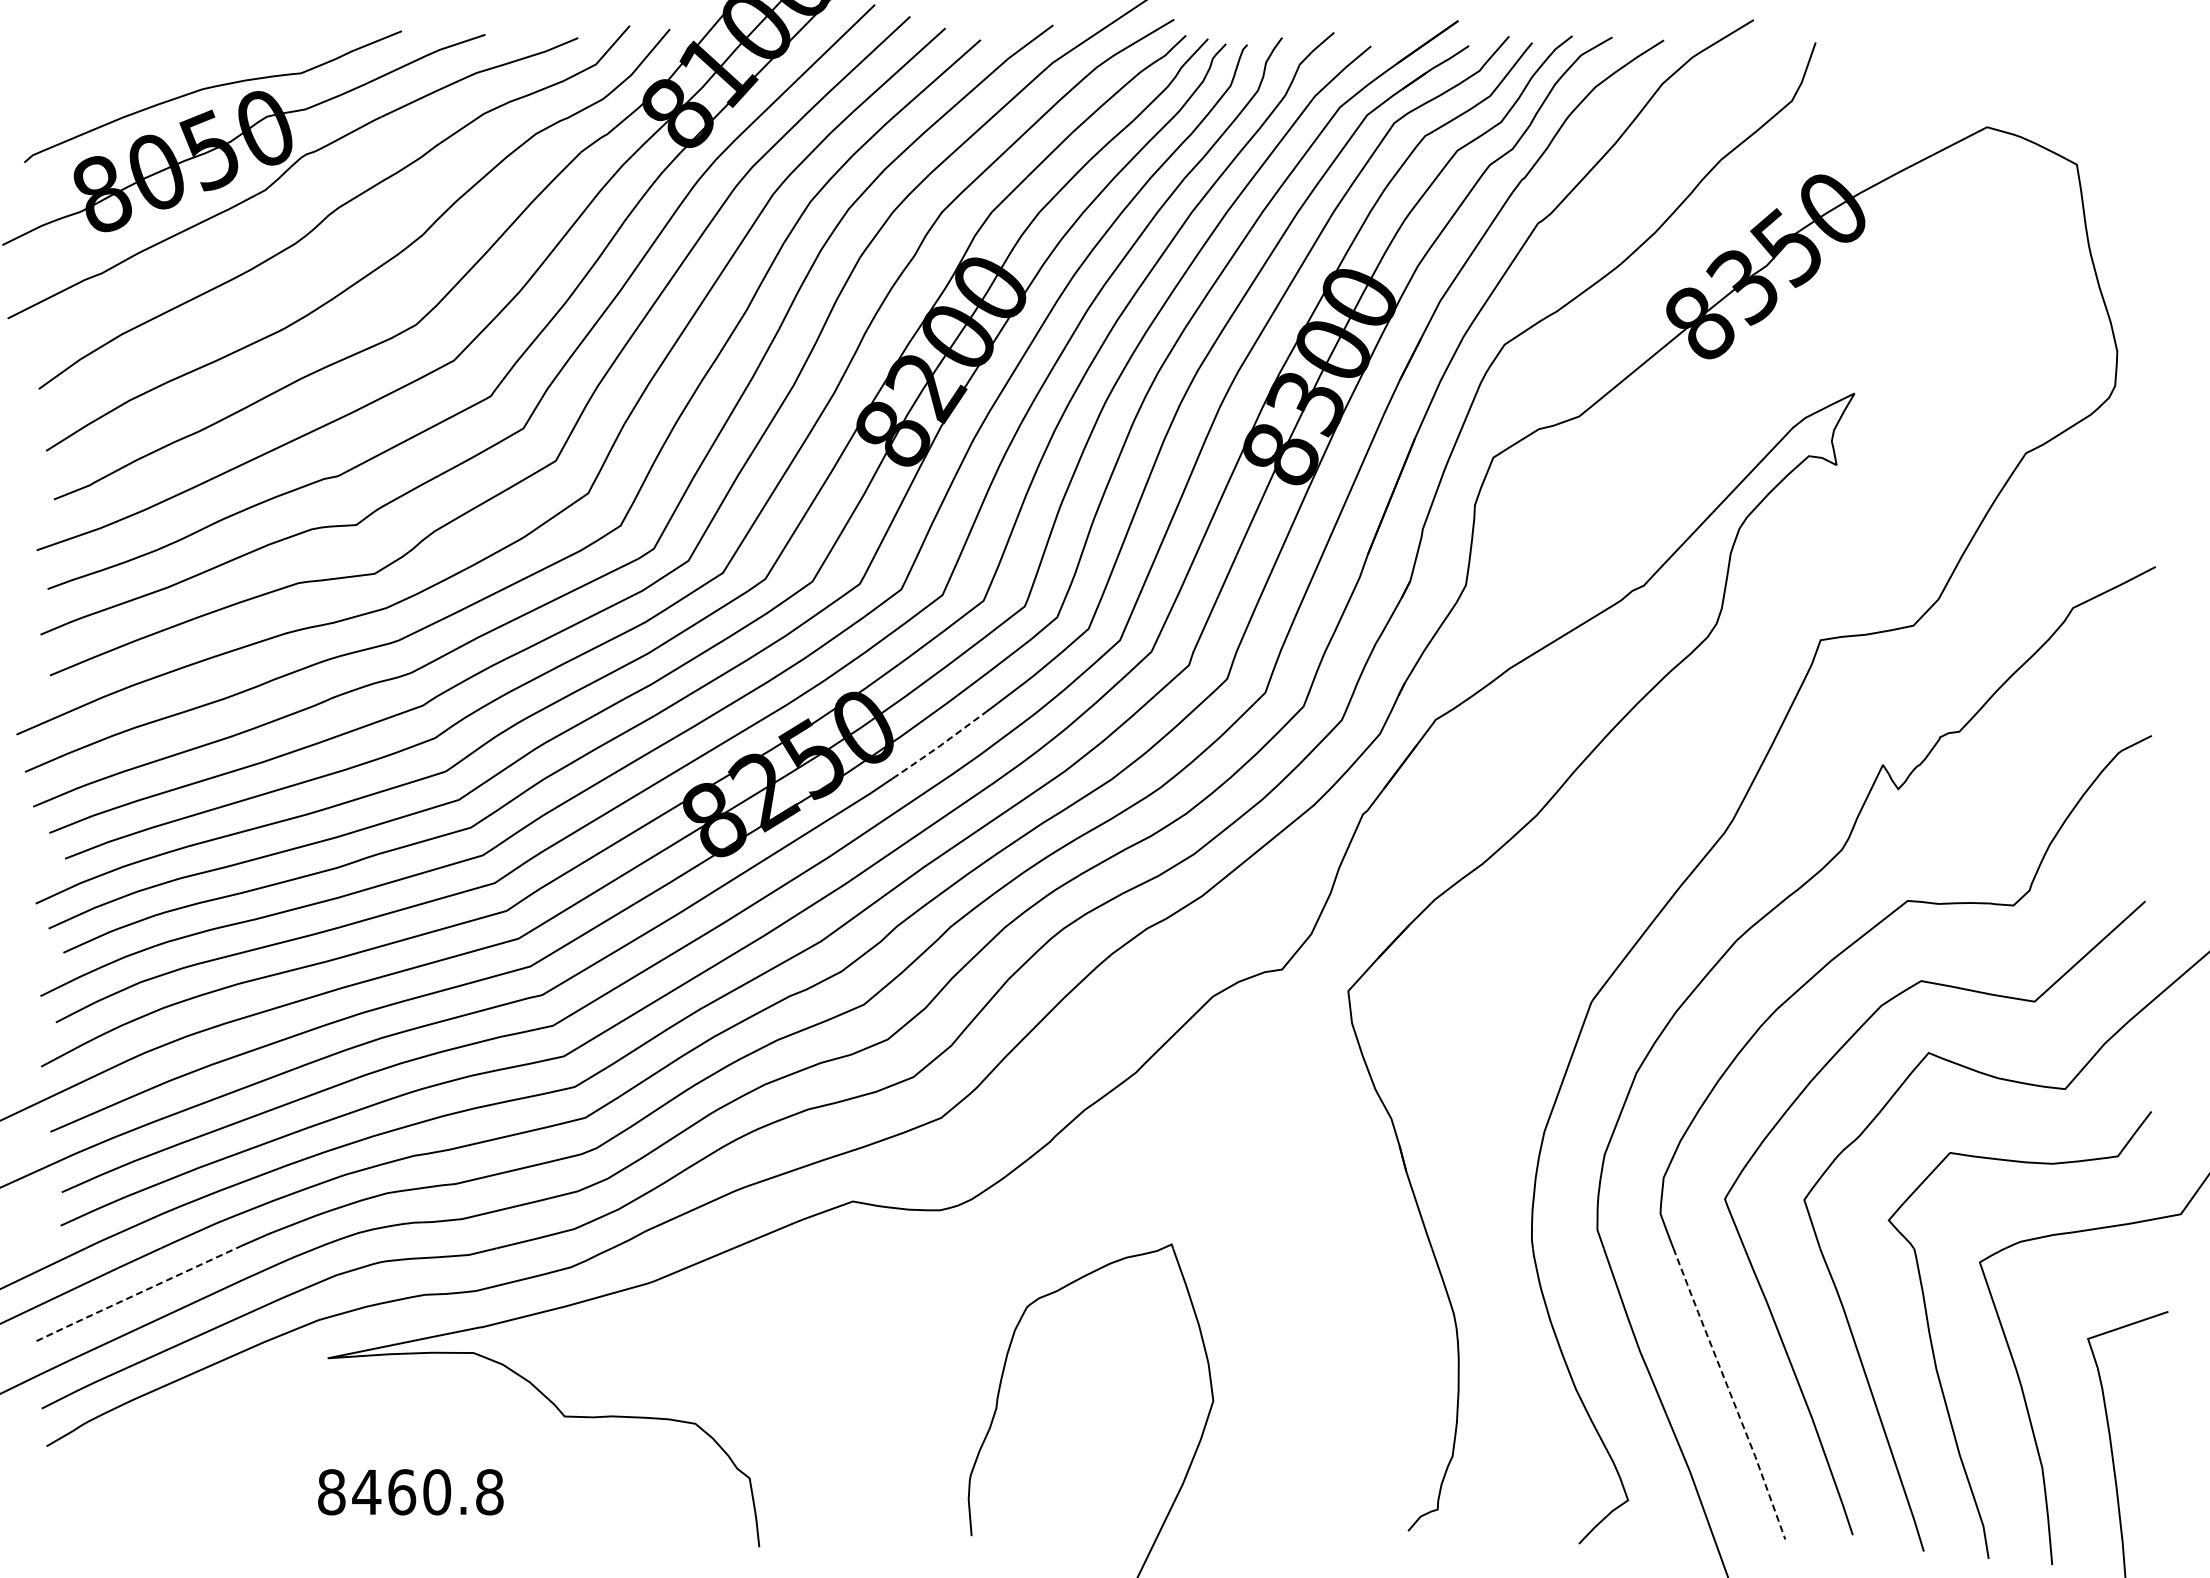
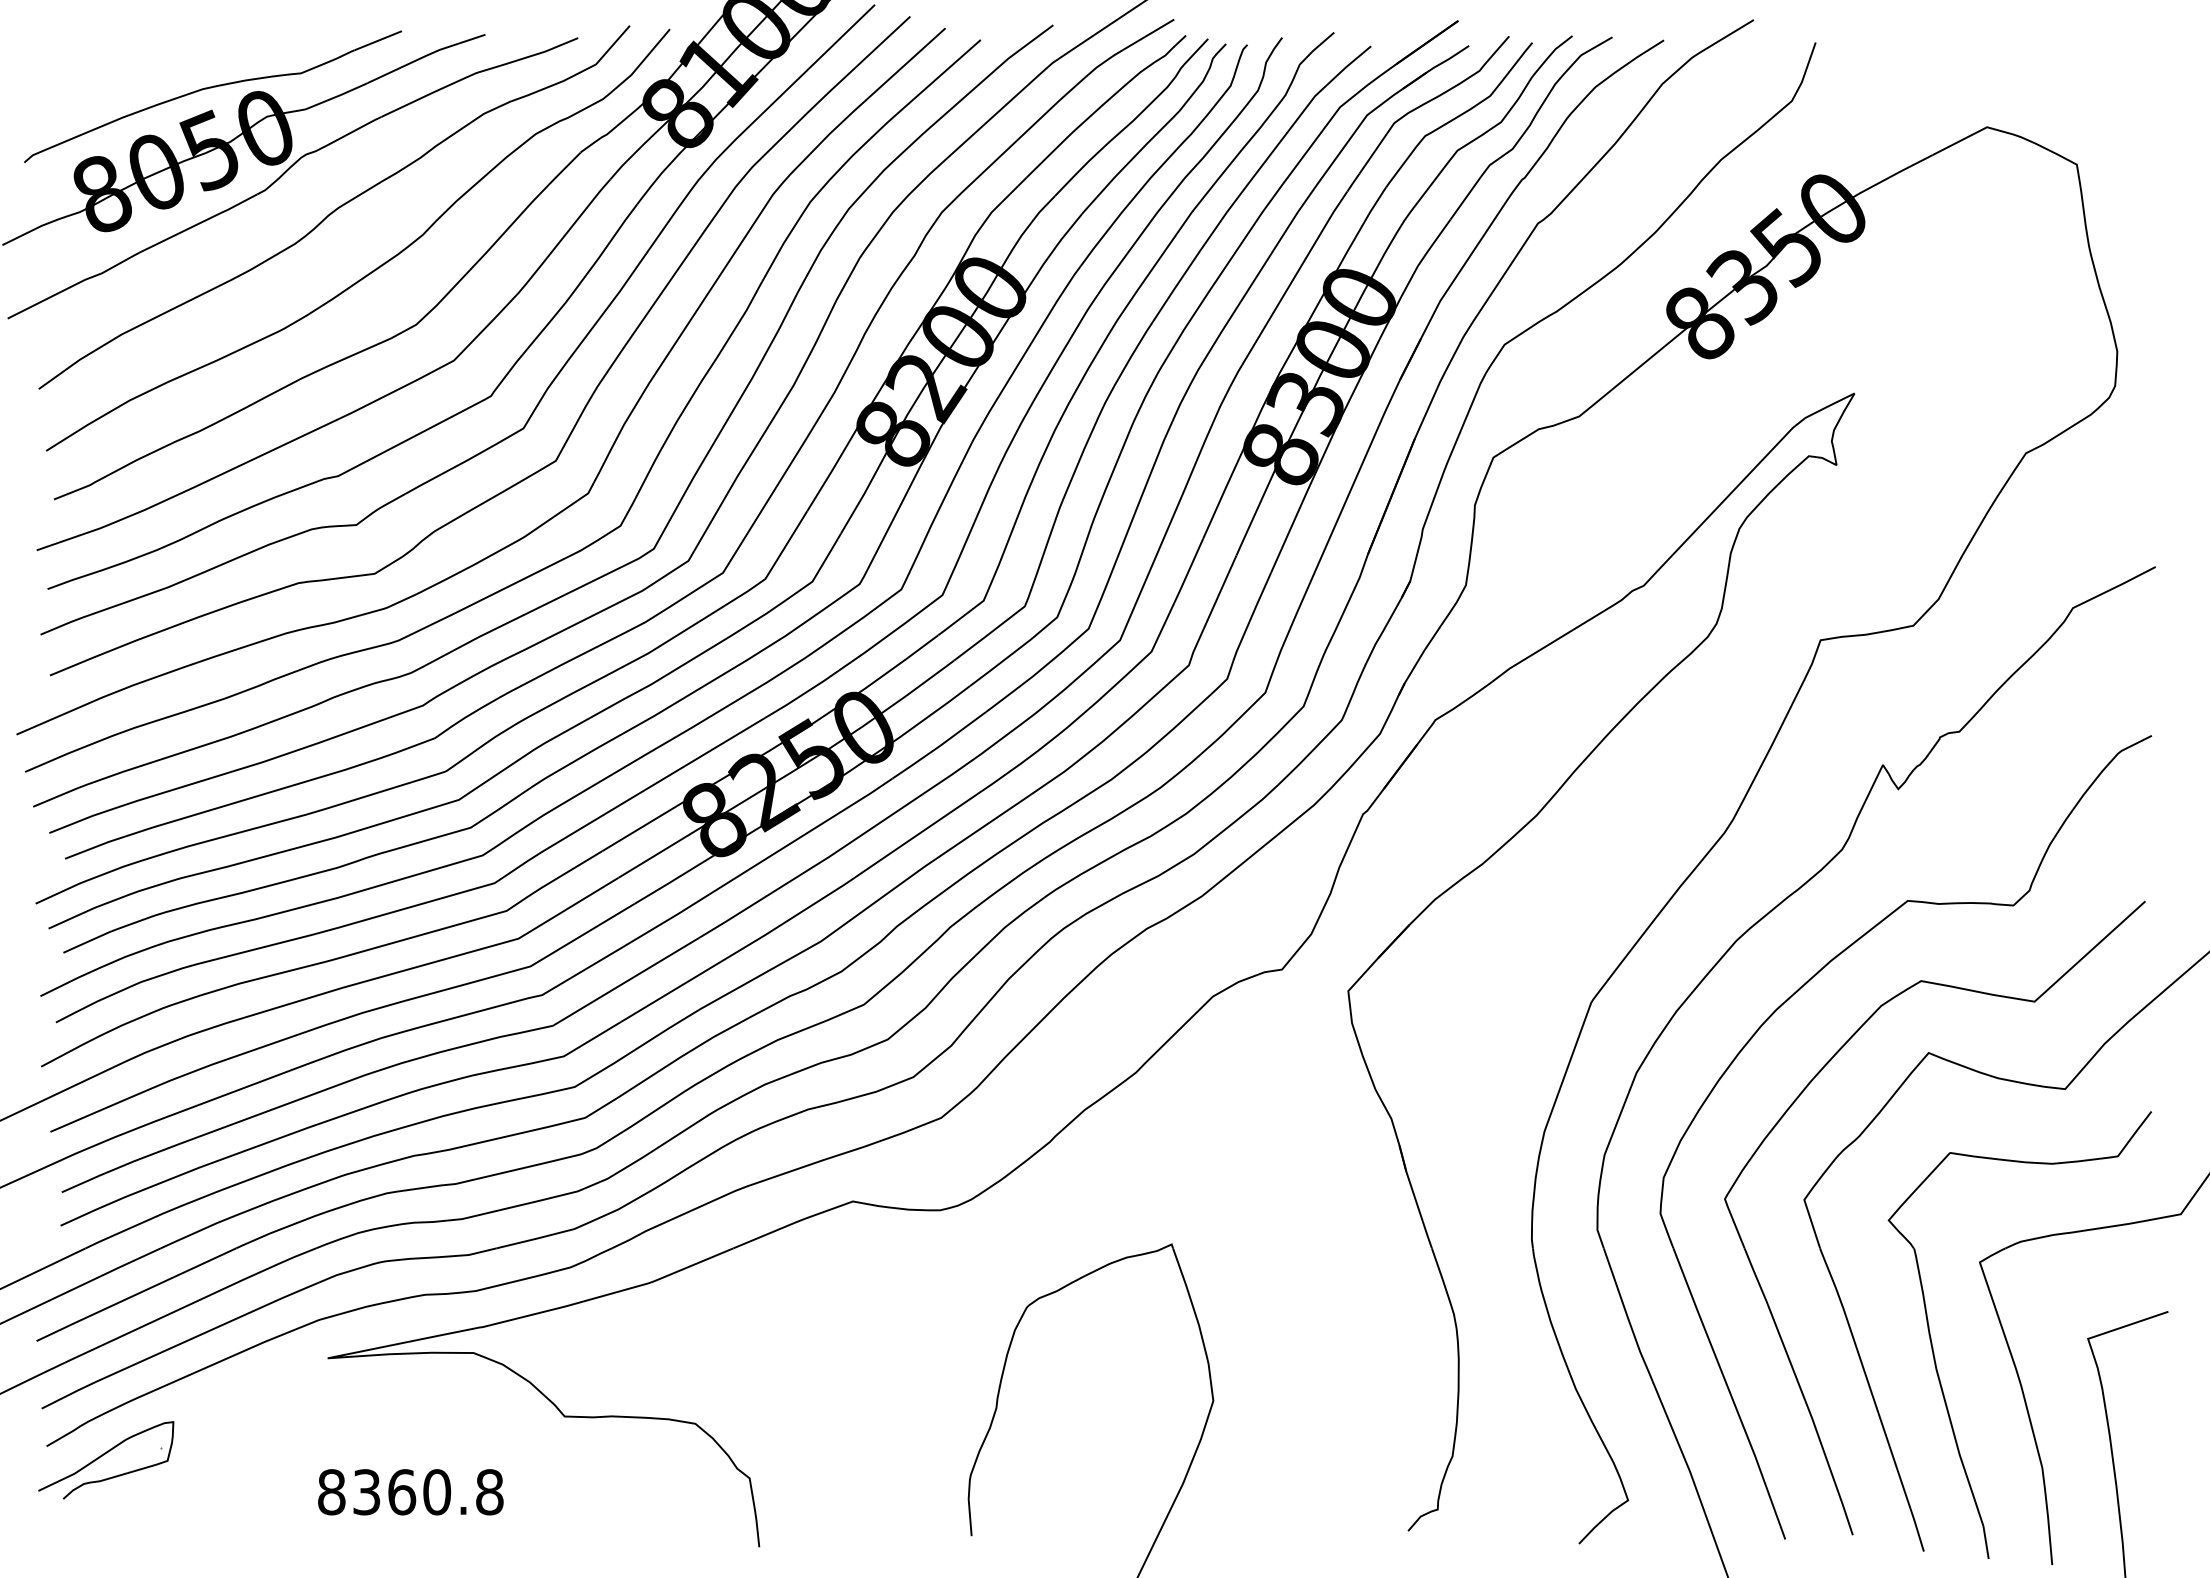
line at (939, 746): dashed -> solid
line at (135, 1294): dashed -> solid
line at (1730, 1394): dashed -> solid
part at (106, 1460): none -> present
text at (366, 1492): 8460.8 -> 8360.8
